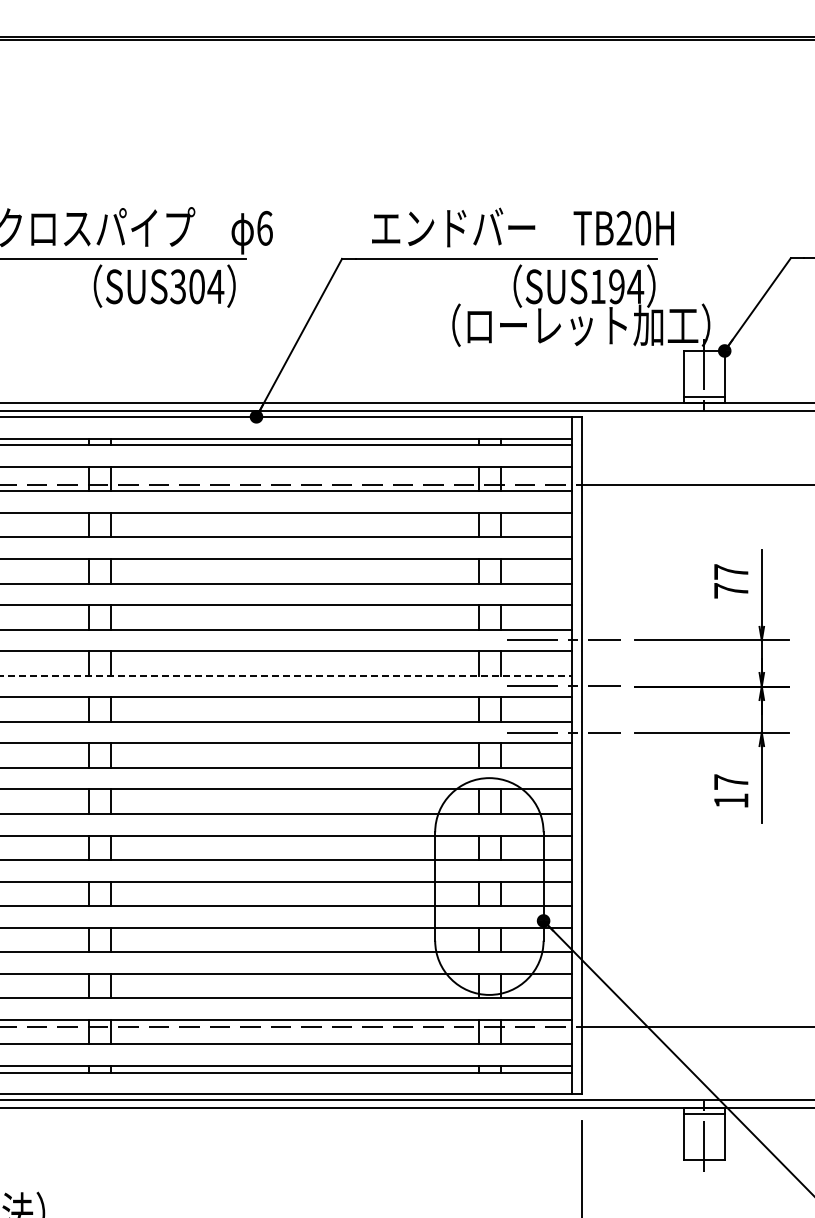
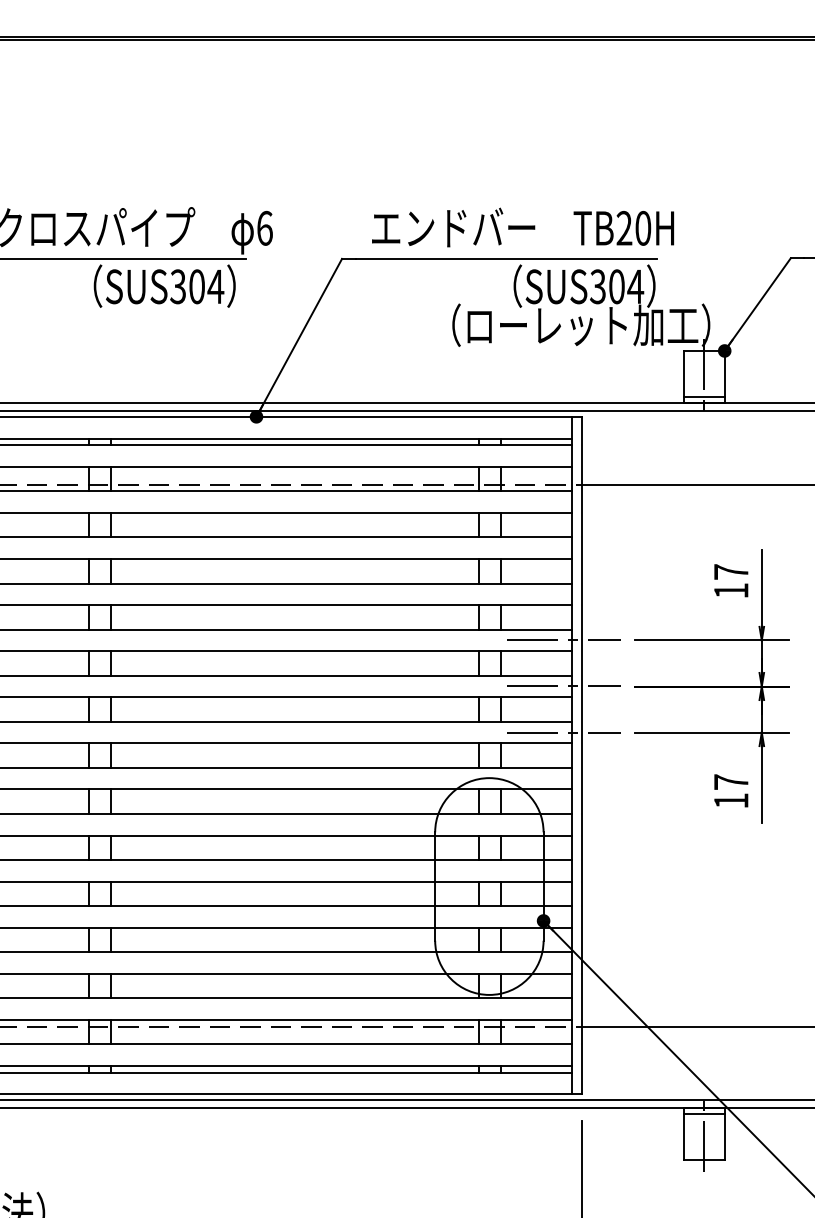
text at (607, 286): SUS194 -> SUS304
text at (731, 590): 77 -> 17
line at (286, 675): dashed -> solid
